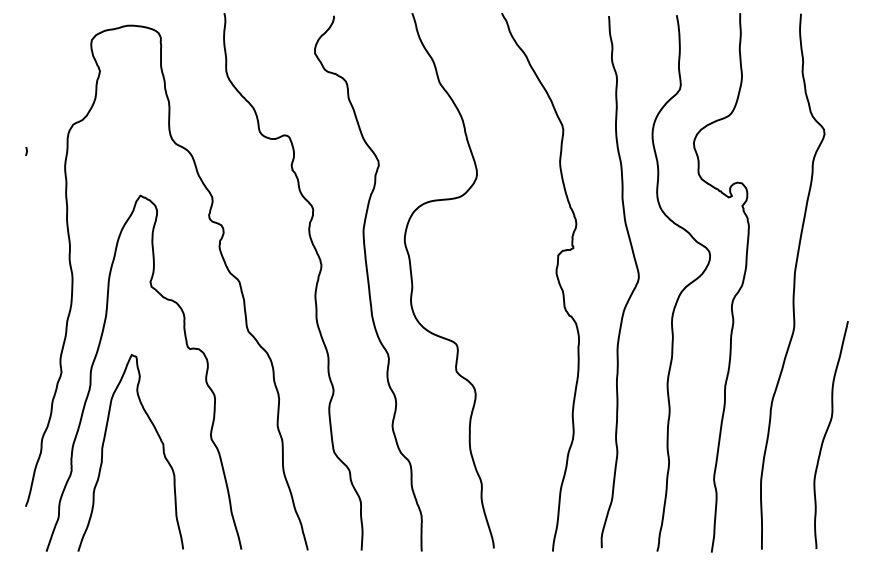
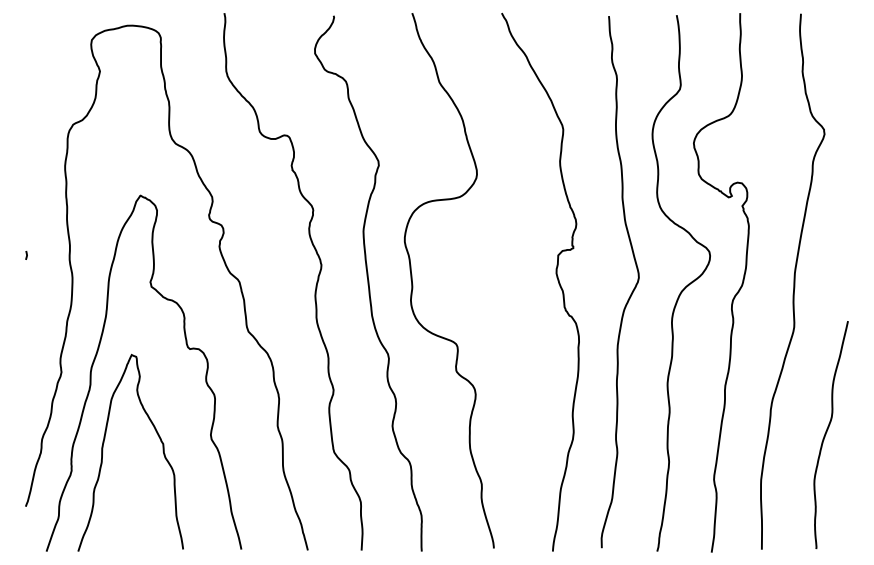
line at (26, 150) position: (26, 150) -> (26, 254)
